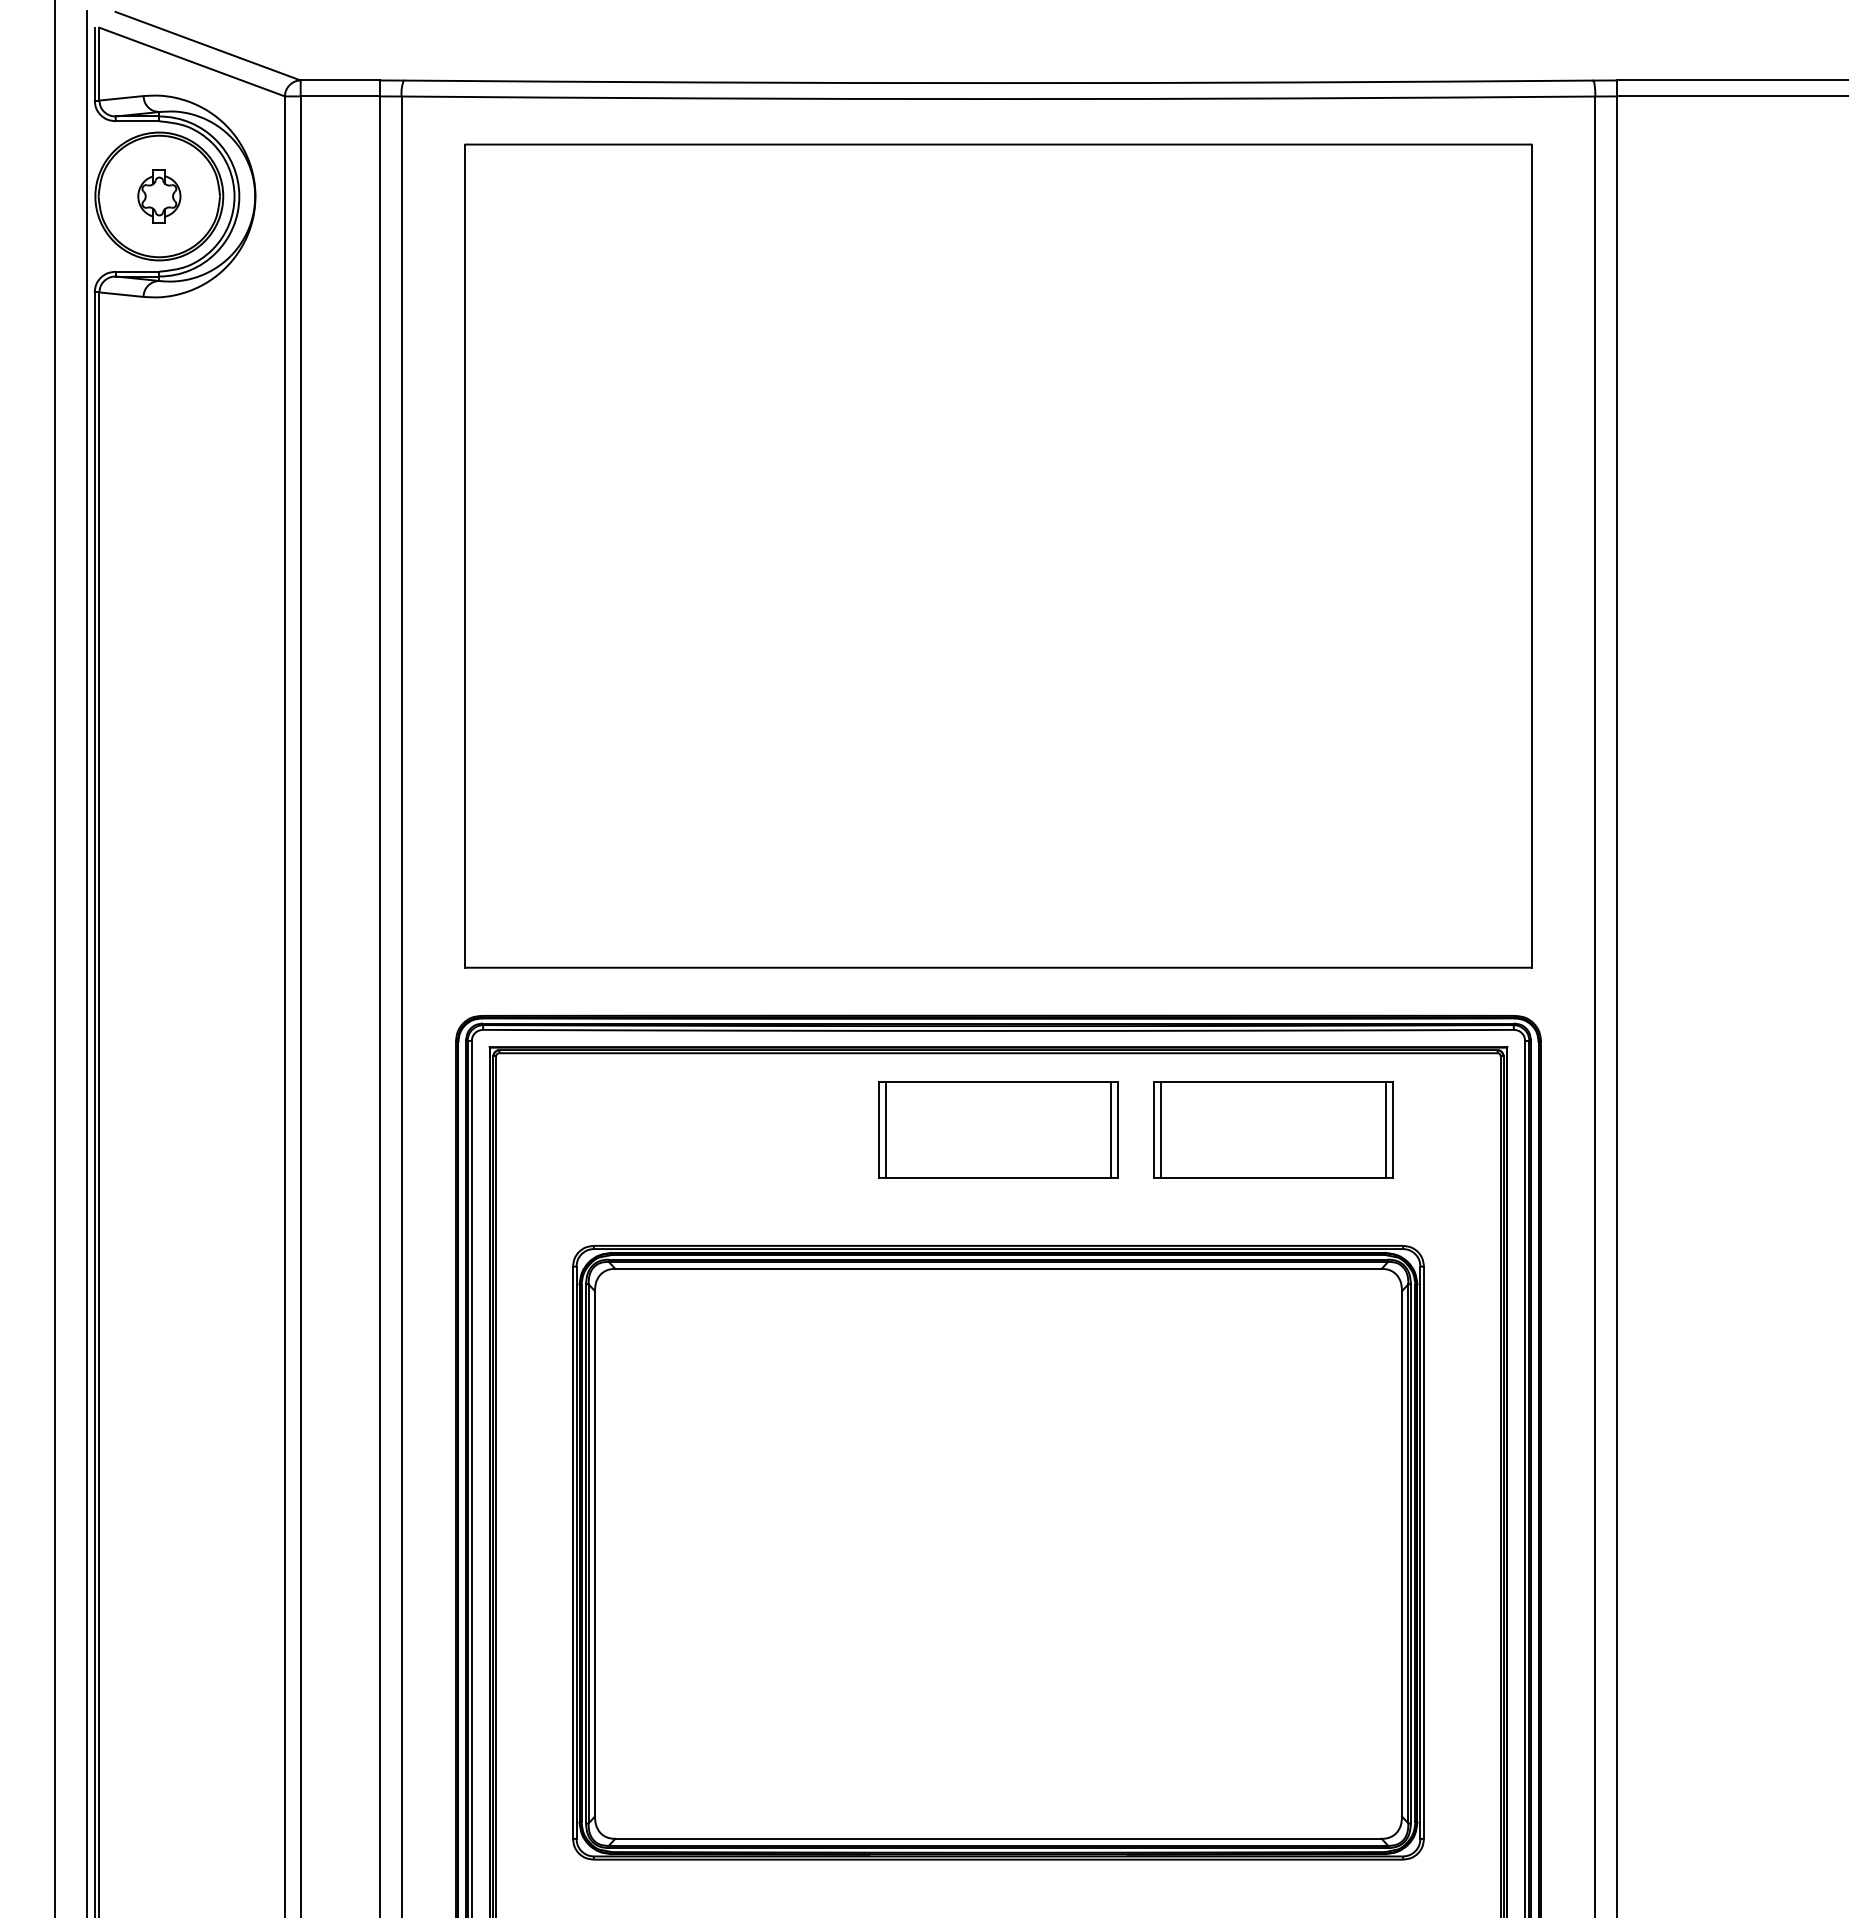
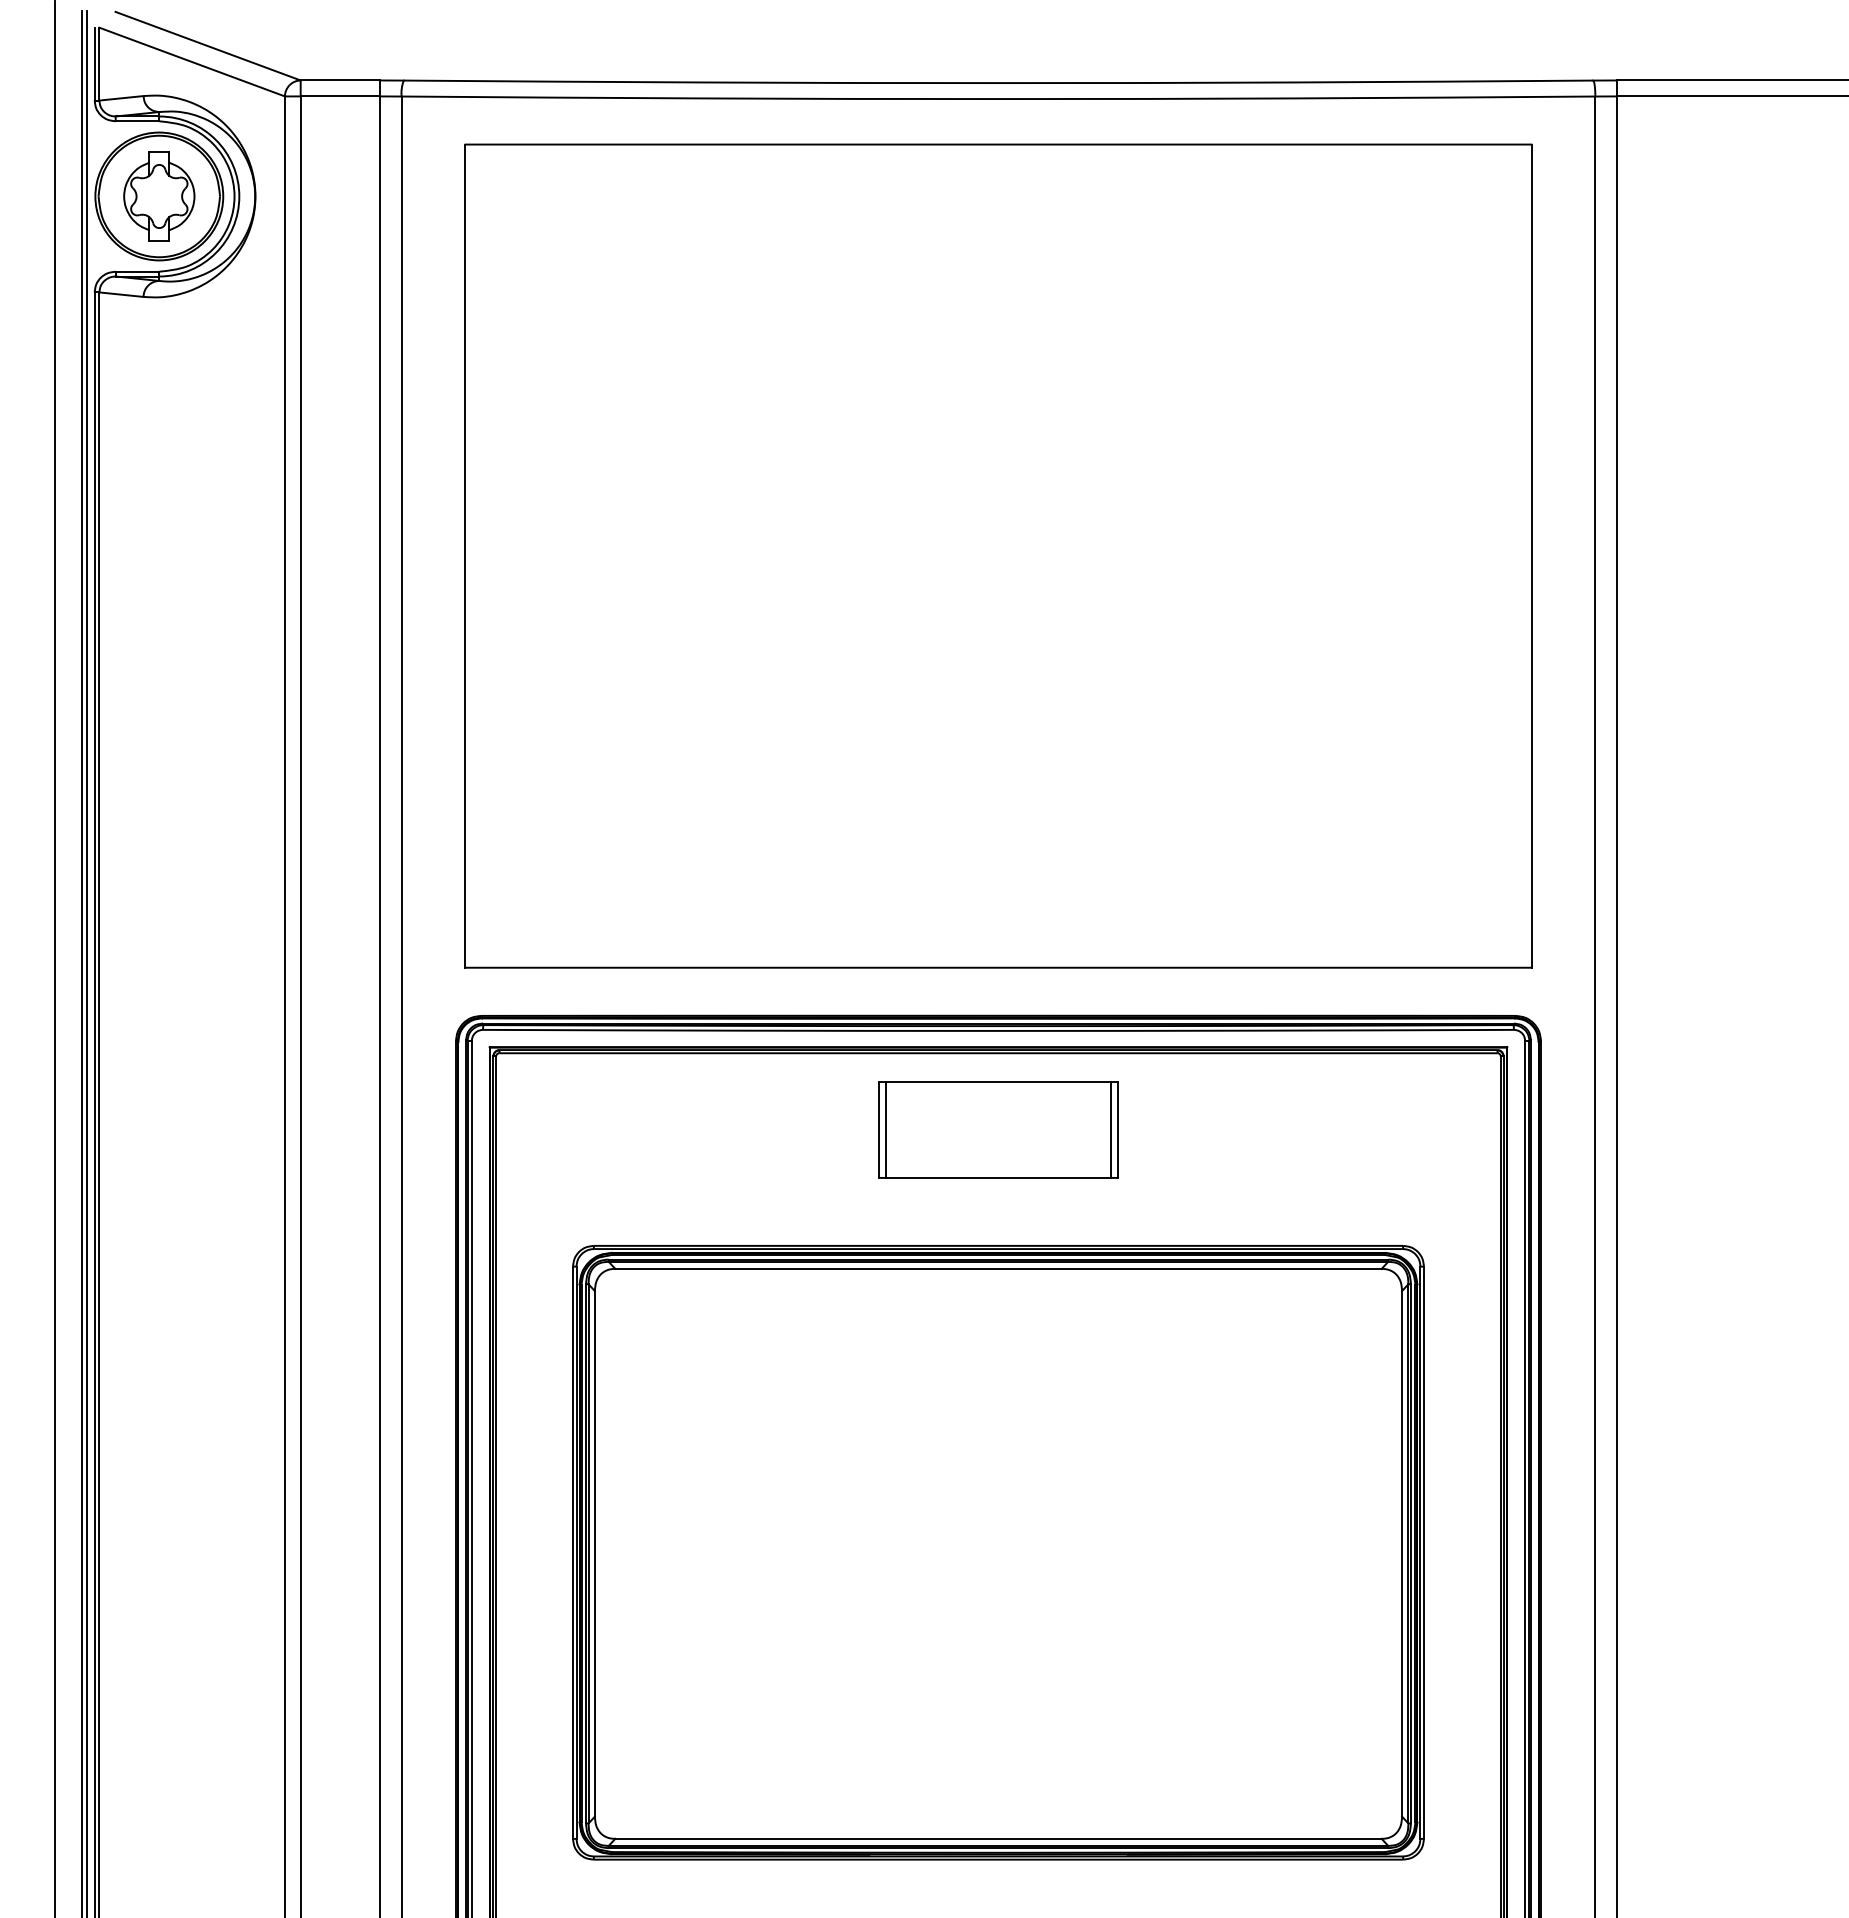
part at (159, 196) size: 45x55 px -> 73x91 px
line at (82, 962): none -> present
part at (1273, 1129): present -> none
